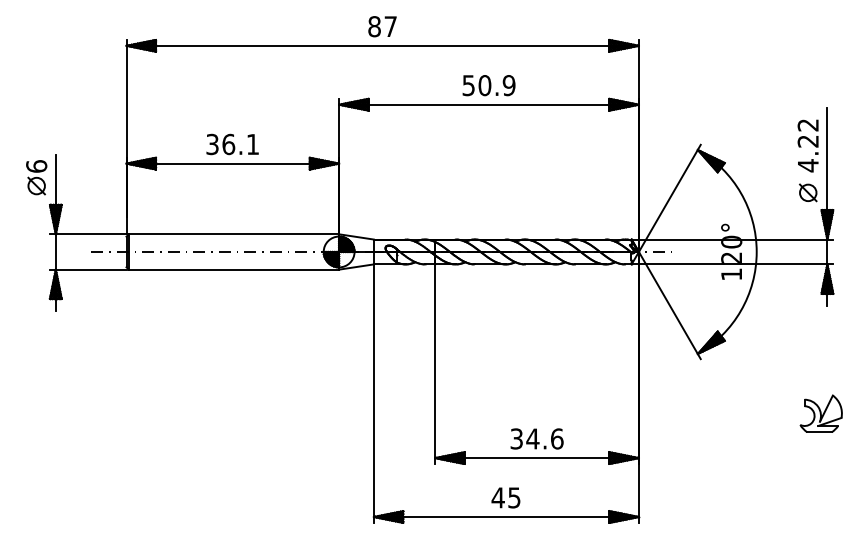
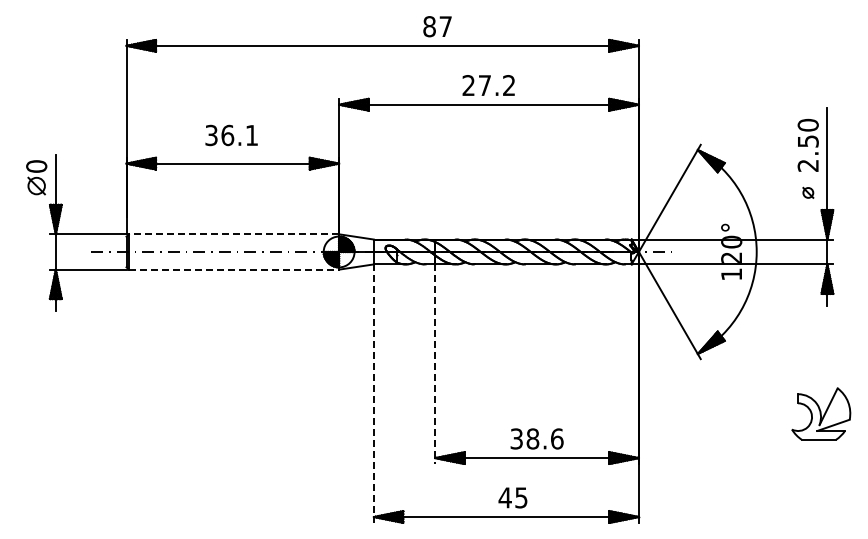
text at (382, 26) position: (382, 26) -> (437, 26)
text at (488, 85): 50.9 -> 27.2
text at (232, 144) position: (232, 144) -> (231, 135)
text at (807, 145): 4.22 -> 2.50
text at (36, 166): 6 -> 0
part at (808, 192) size: 19x20 px -> 13x13 px
line at (233, 234): solid -> dashed
line at (234, 269): solid -> dashed
line at (435, 364): solid -> dashed
line at (373, 394): solid -> dashed
part at (820, 413) size: 44x39 px -> 61x54 px
text at (532, 438): 34.6 -> 38.6
text at (505, 497) position: (505, 497) -> (512, 497)
